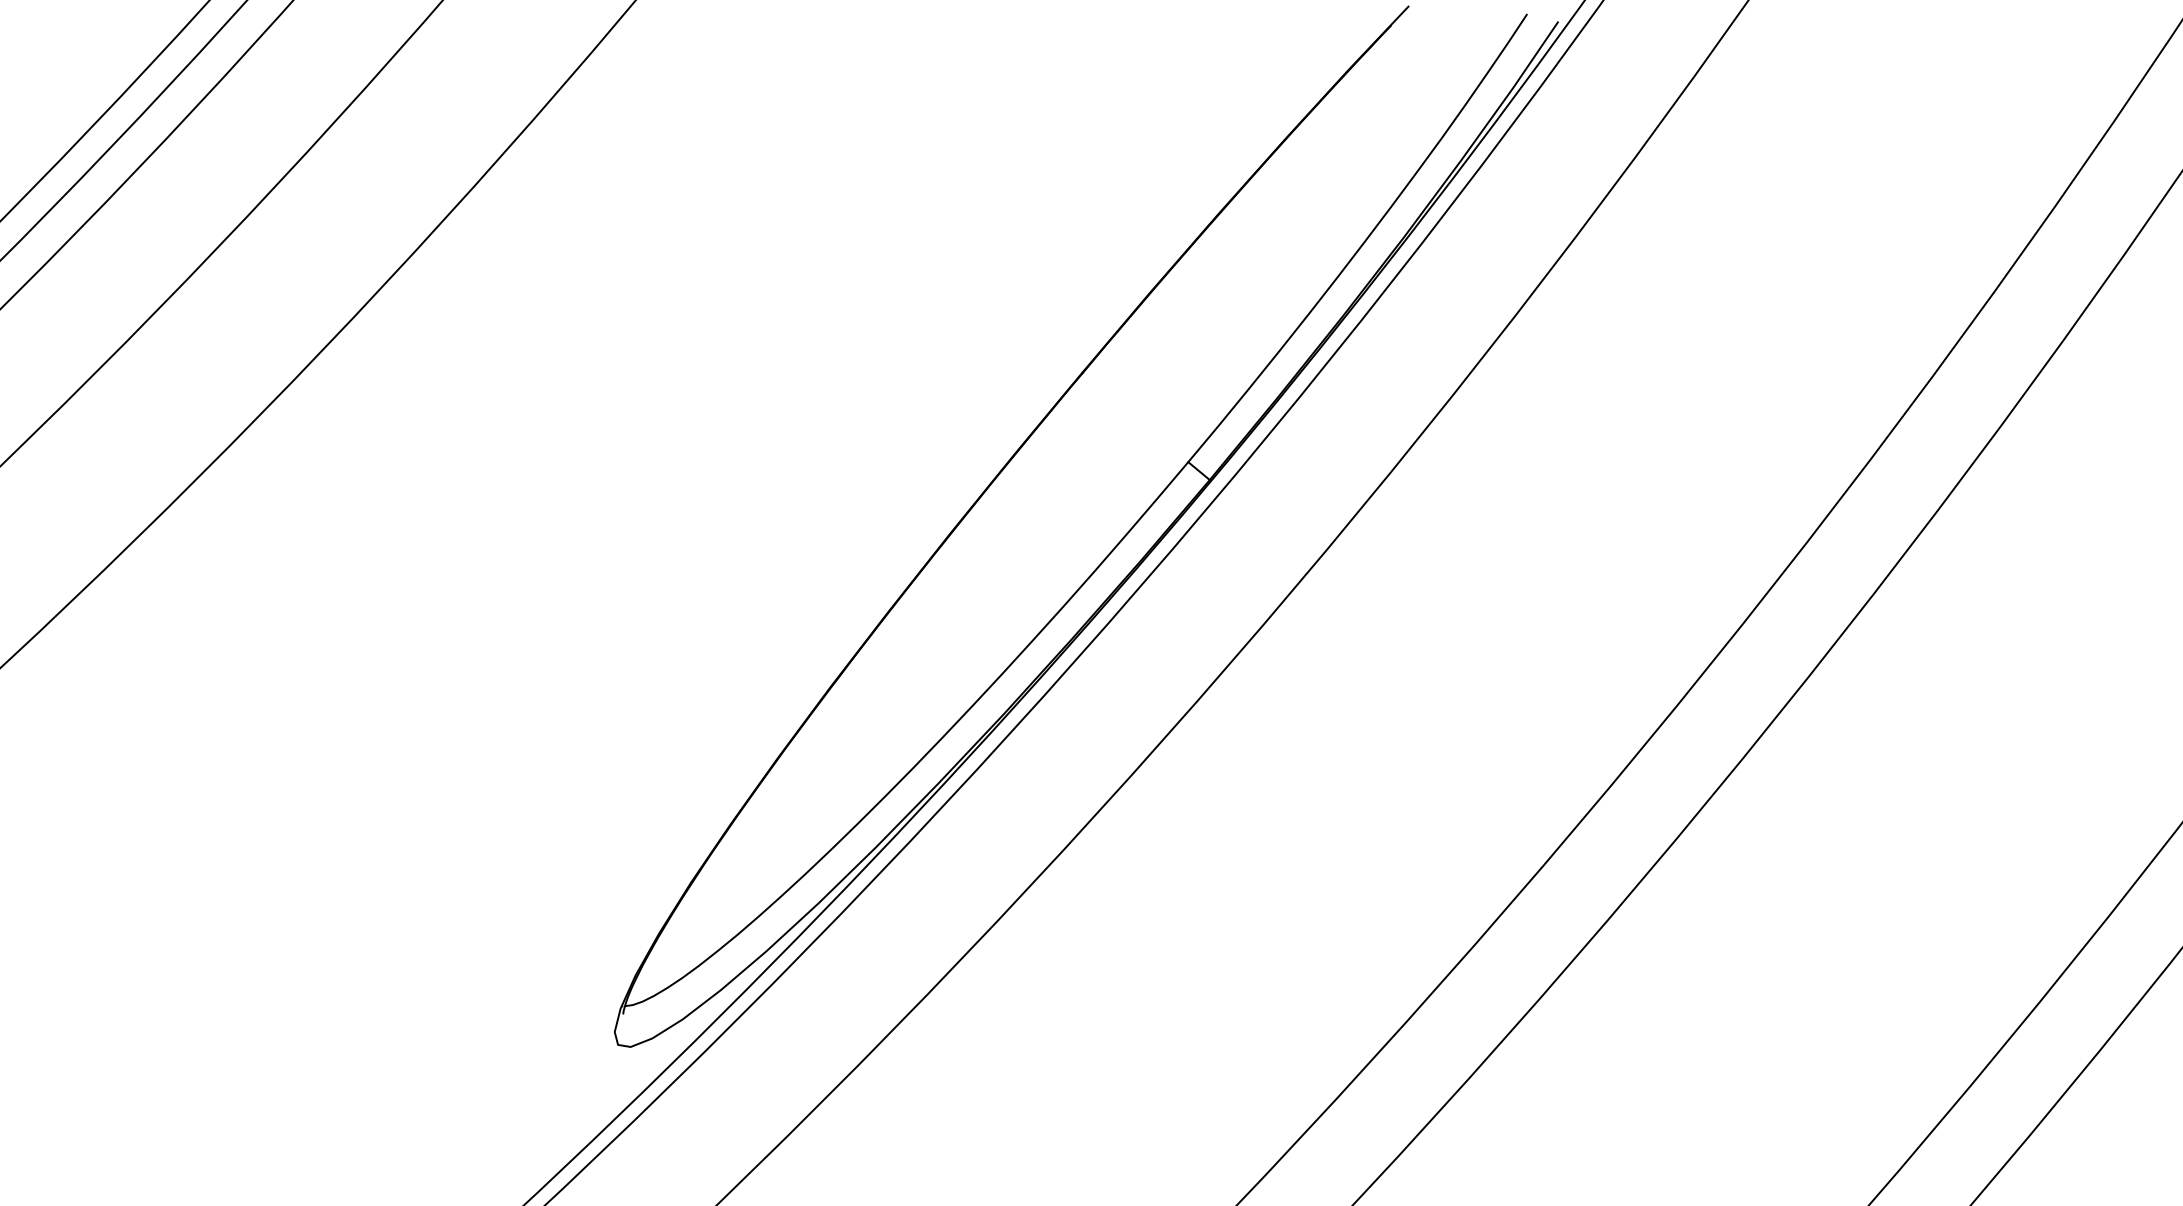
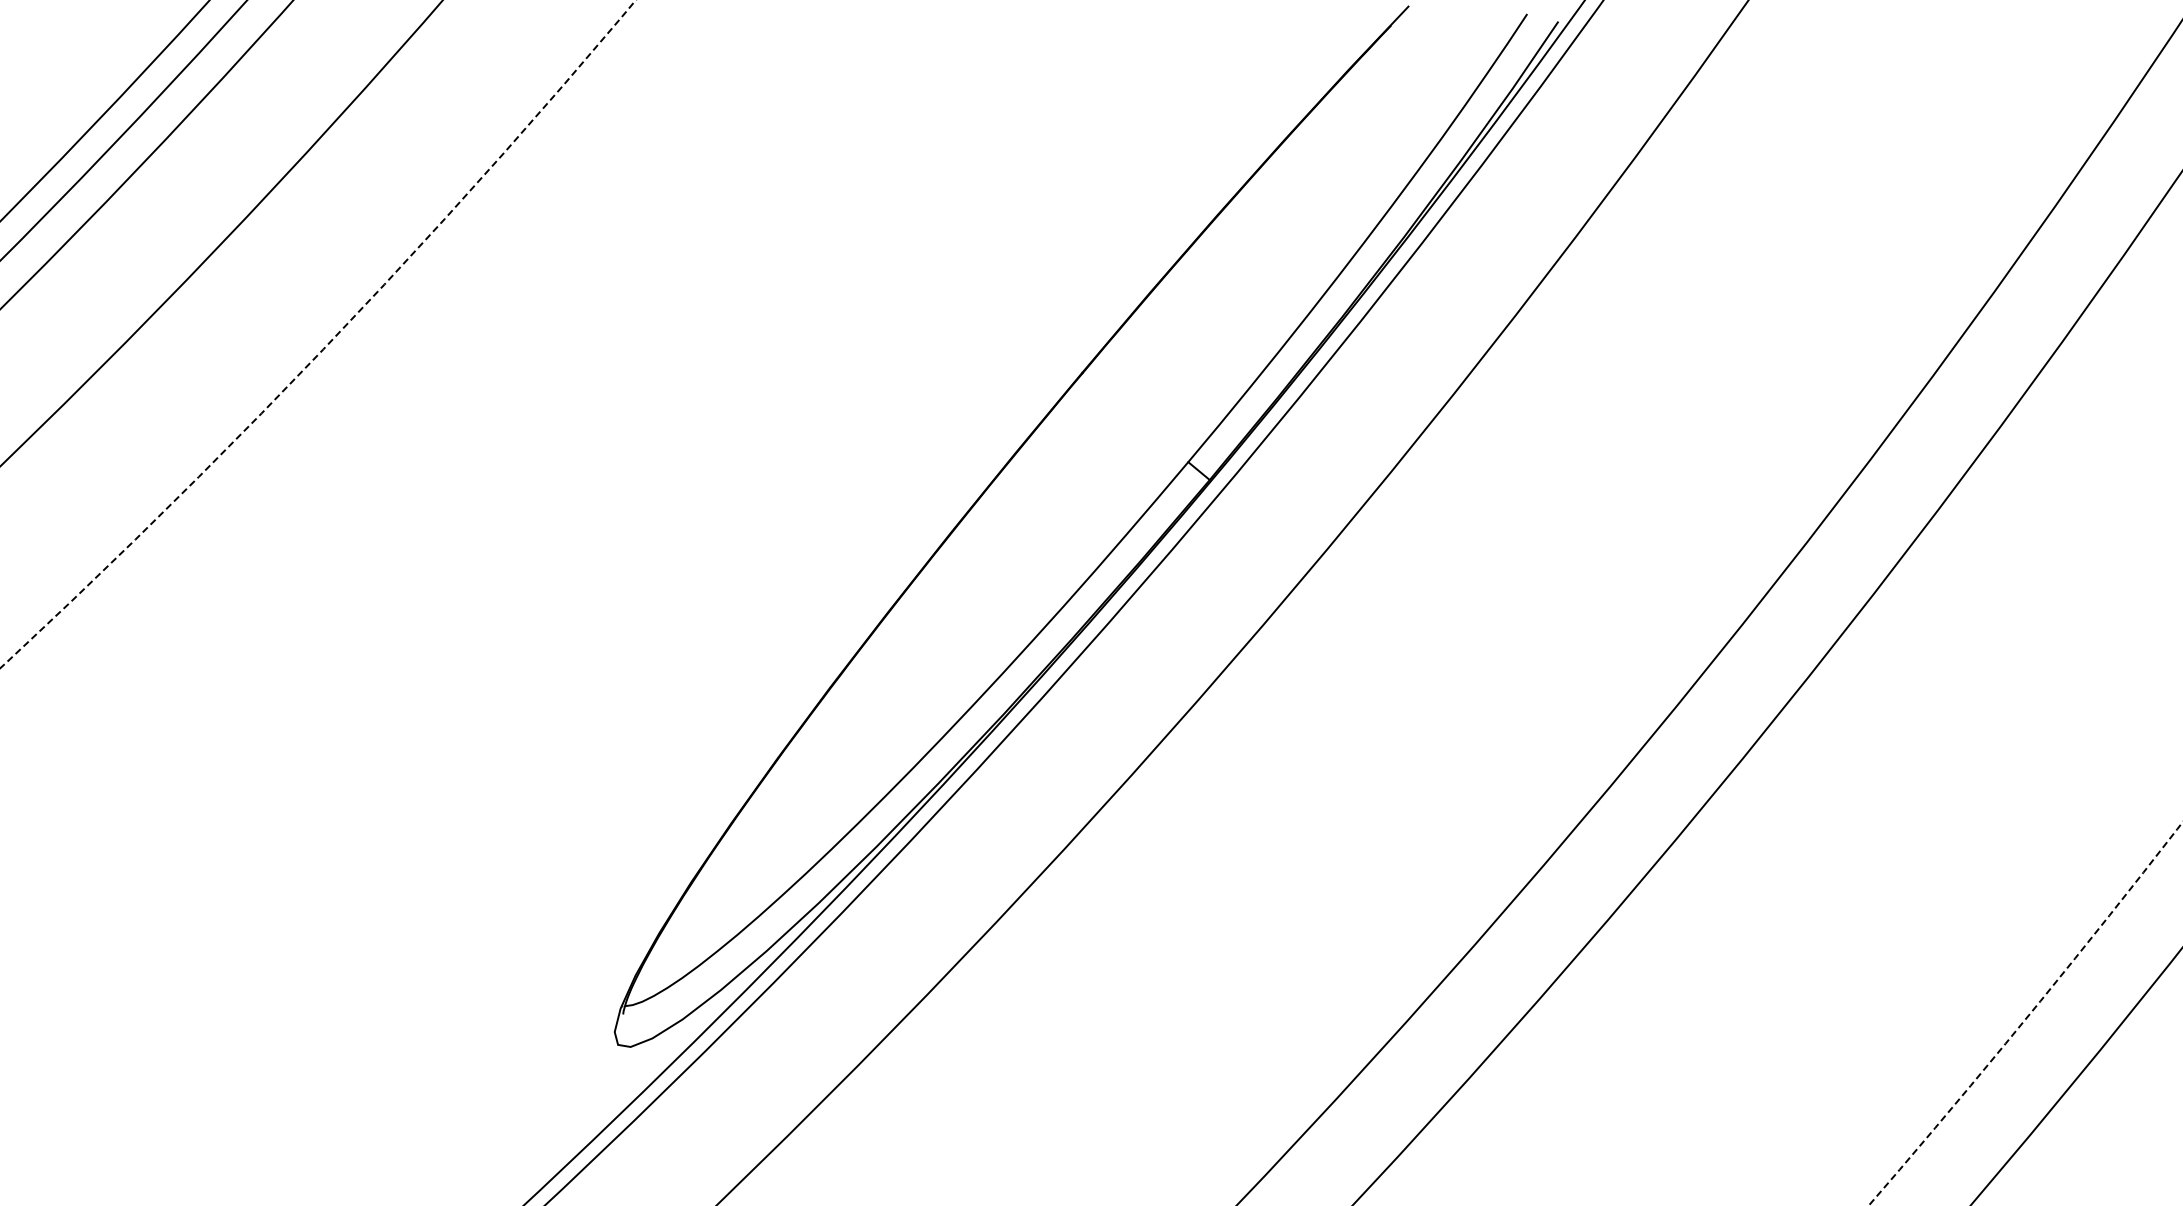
circle at (317, 333): solid -> dashed
circle at (2025, 1013): solid -> dashed
